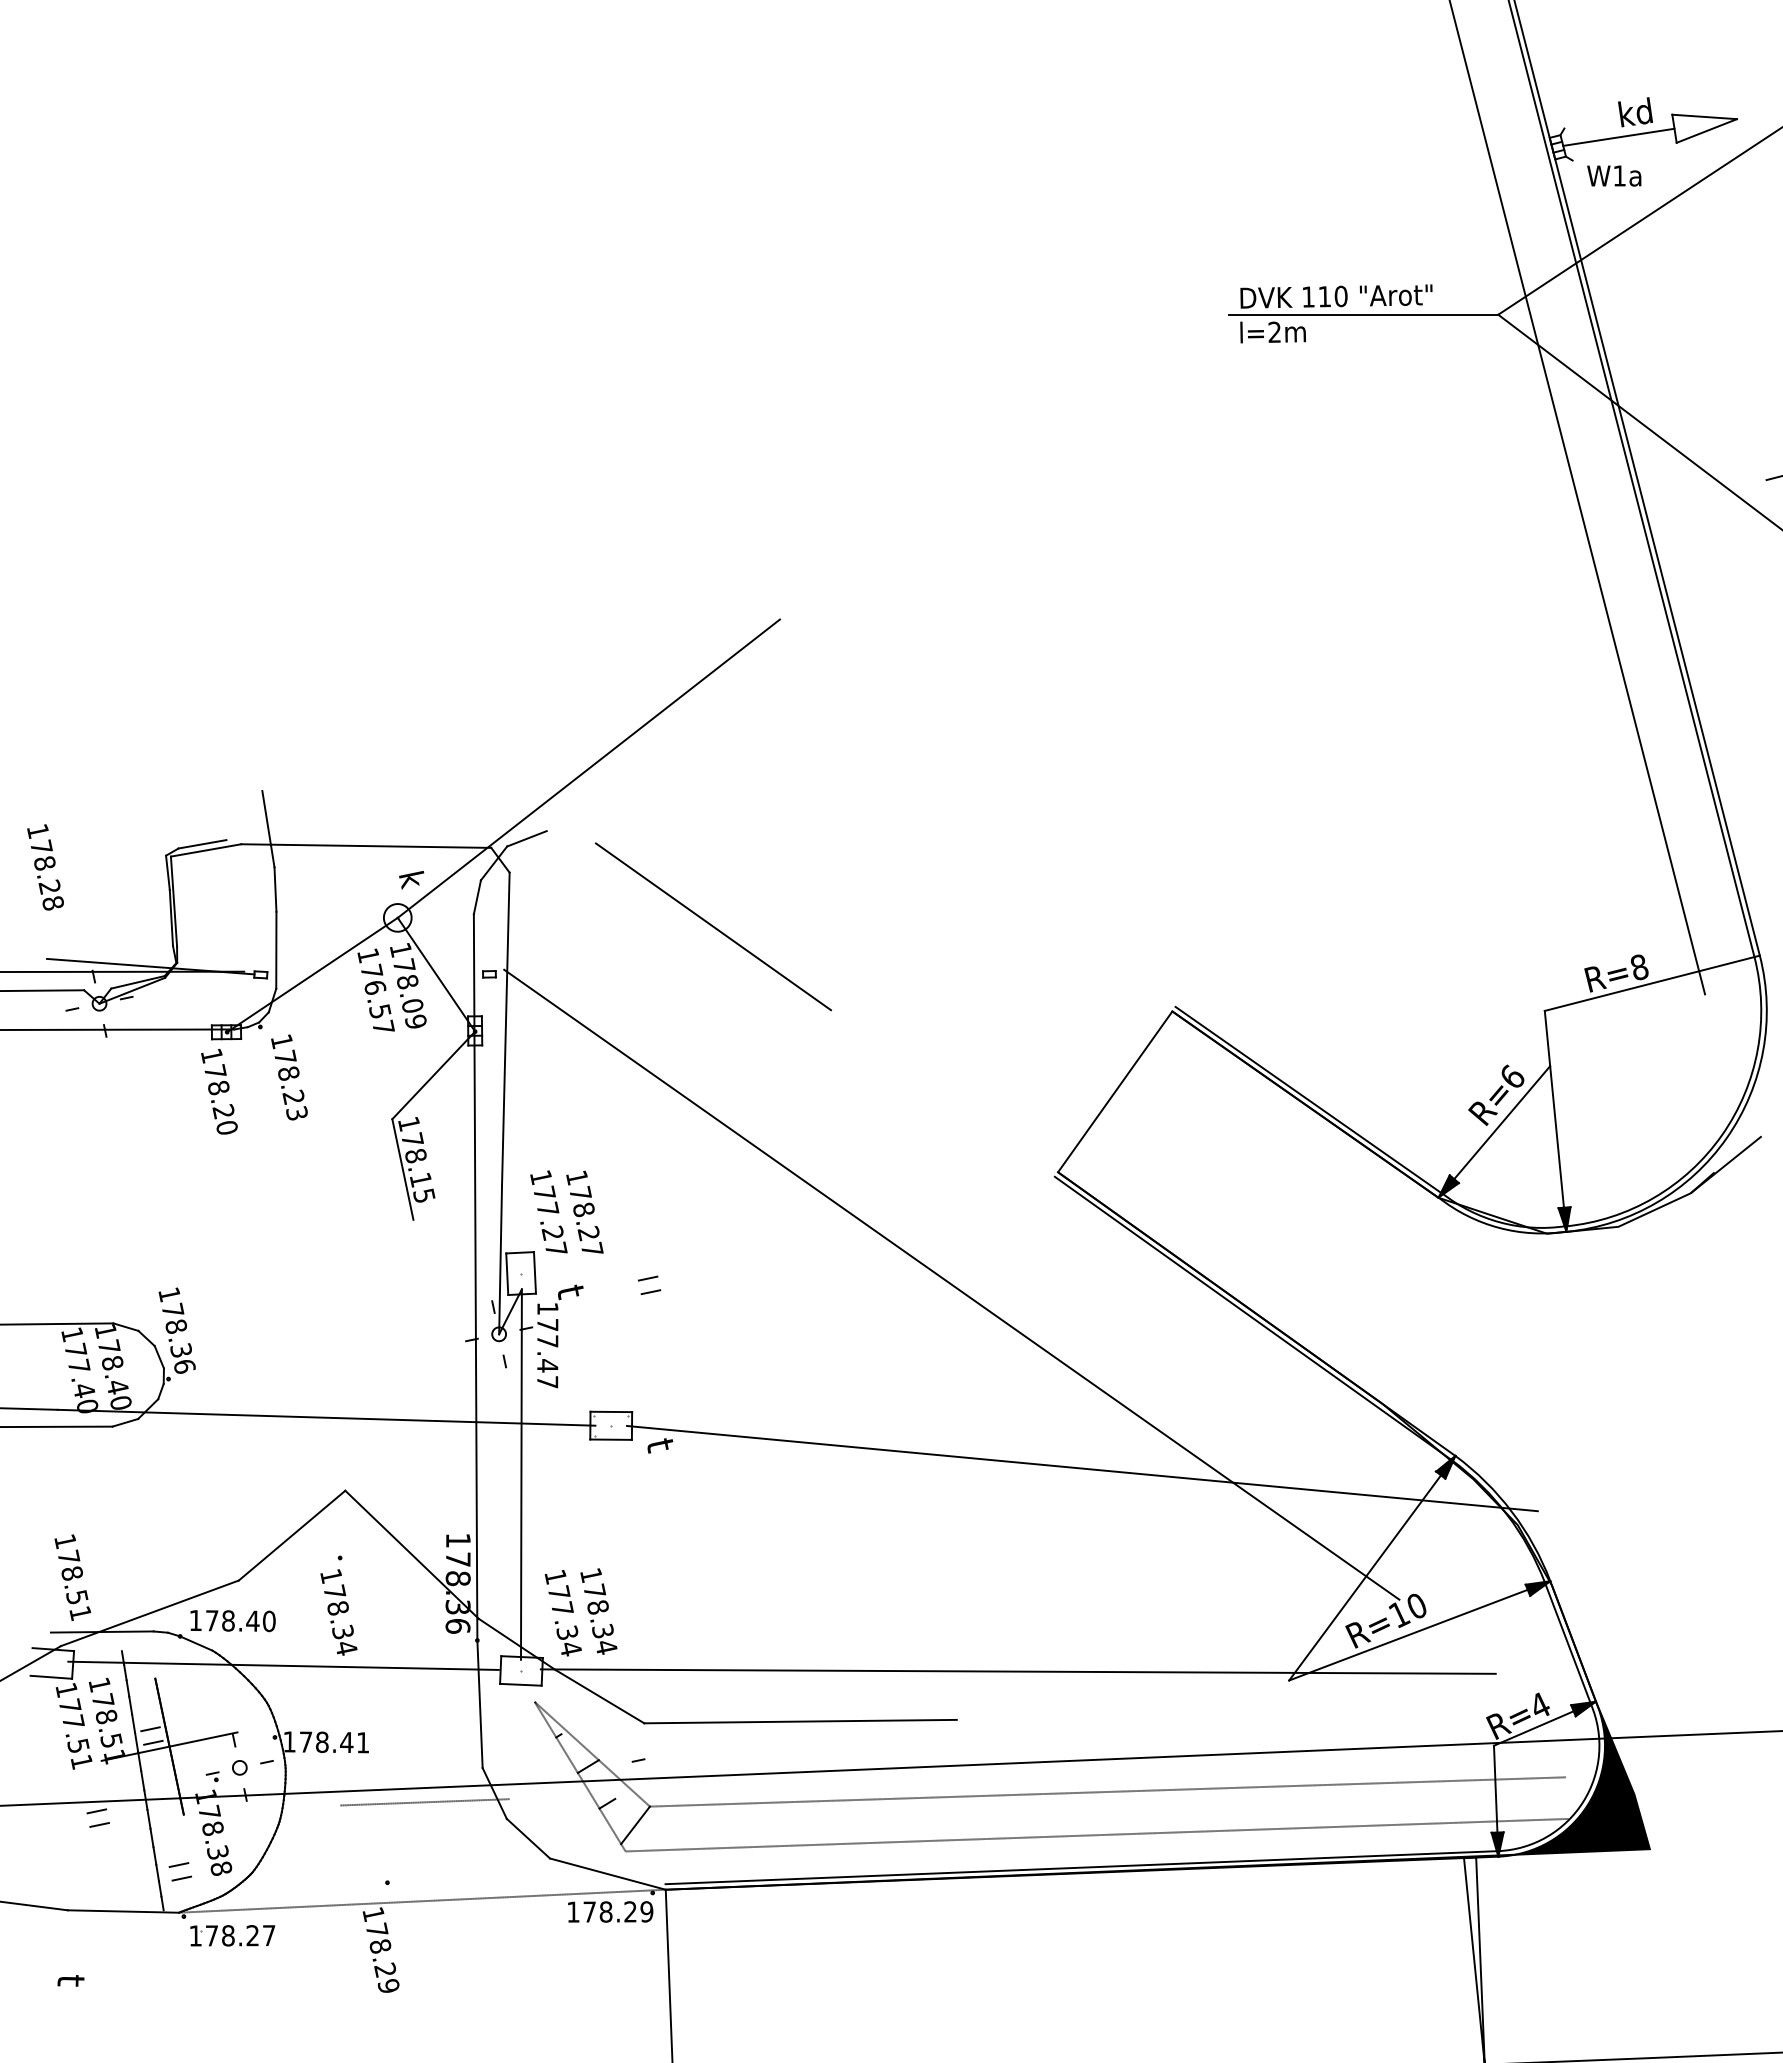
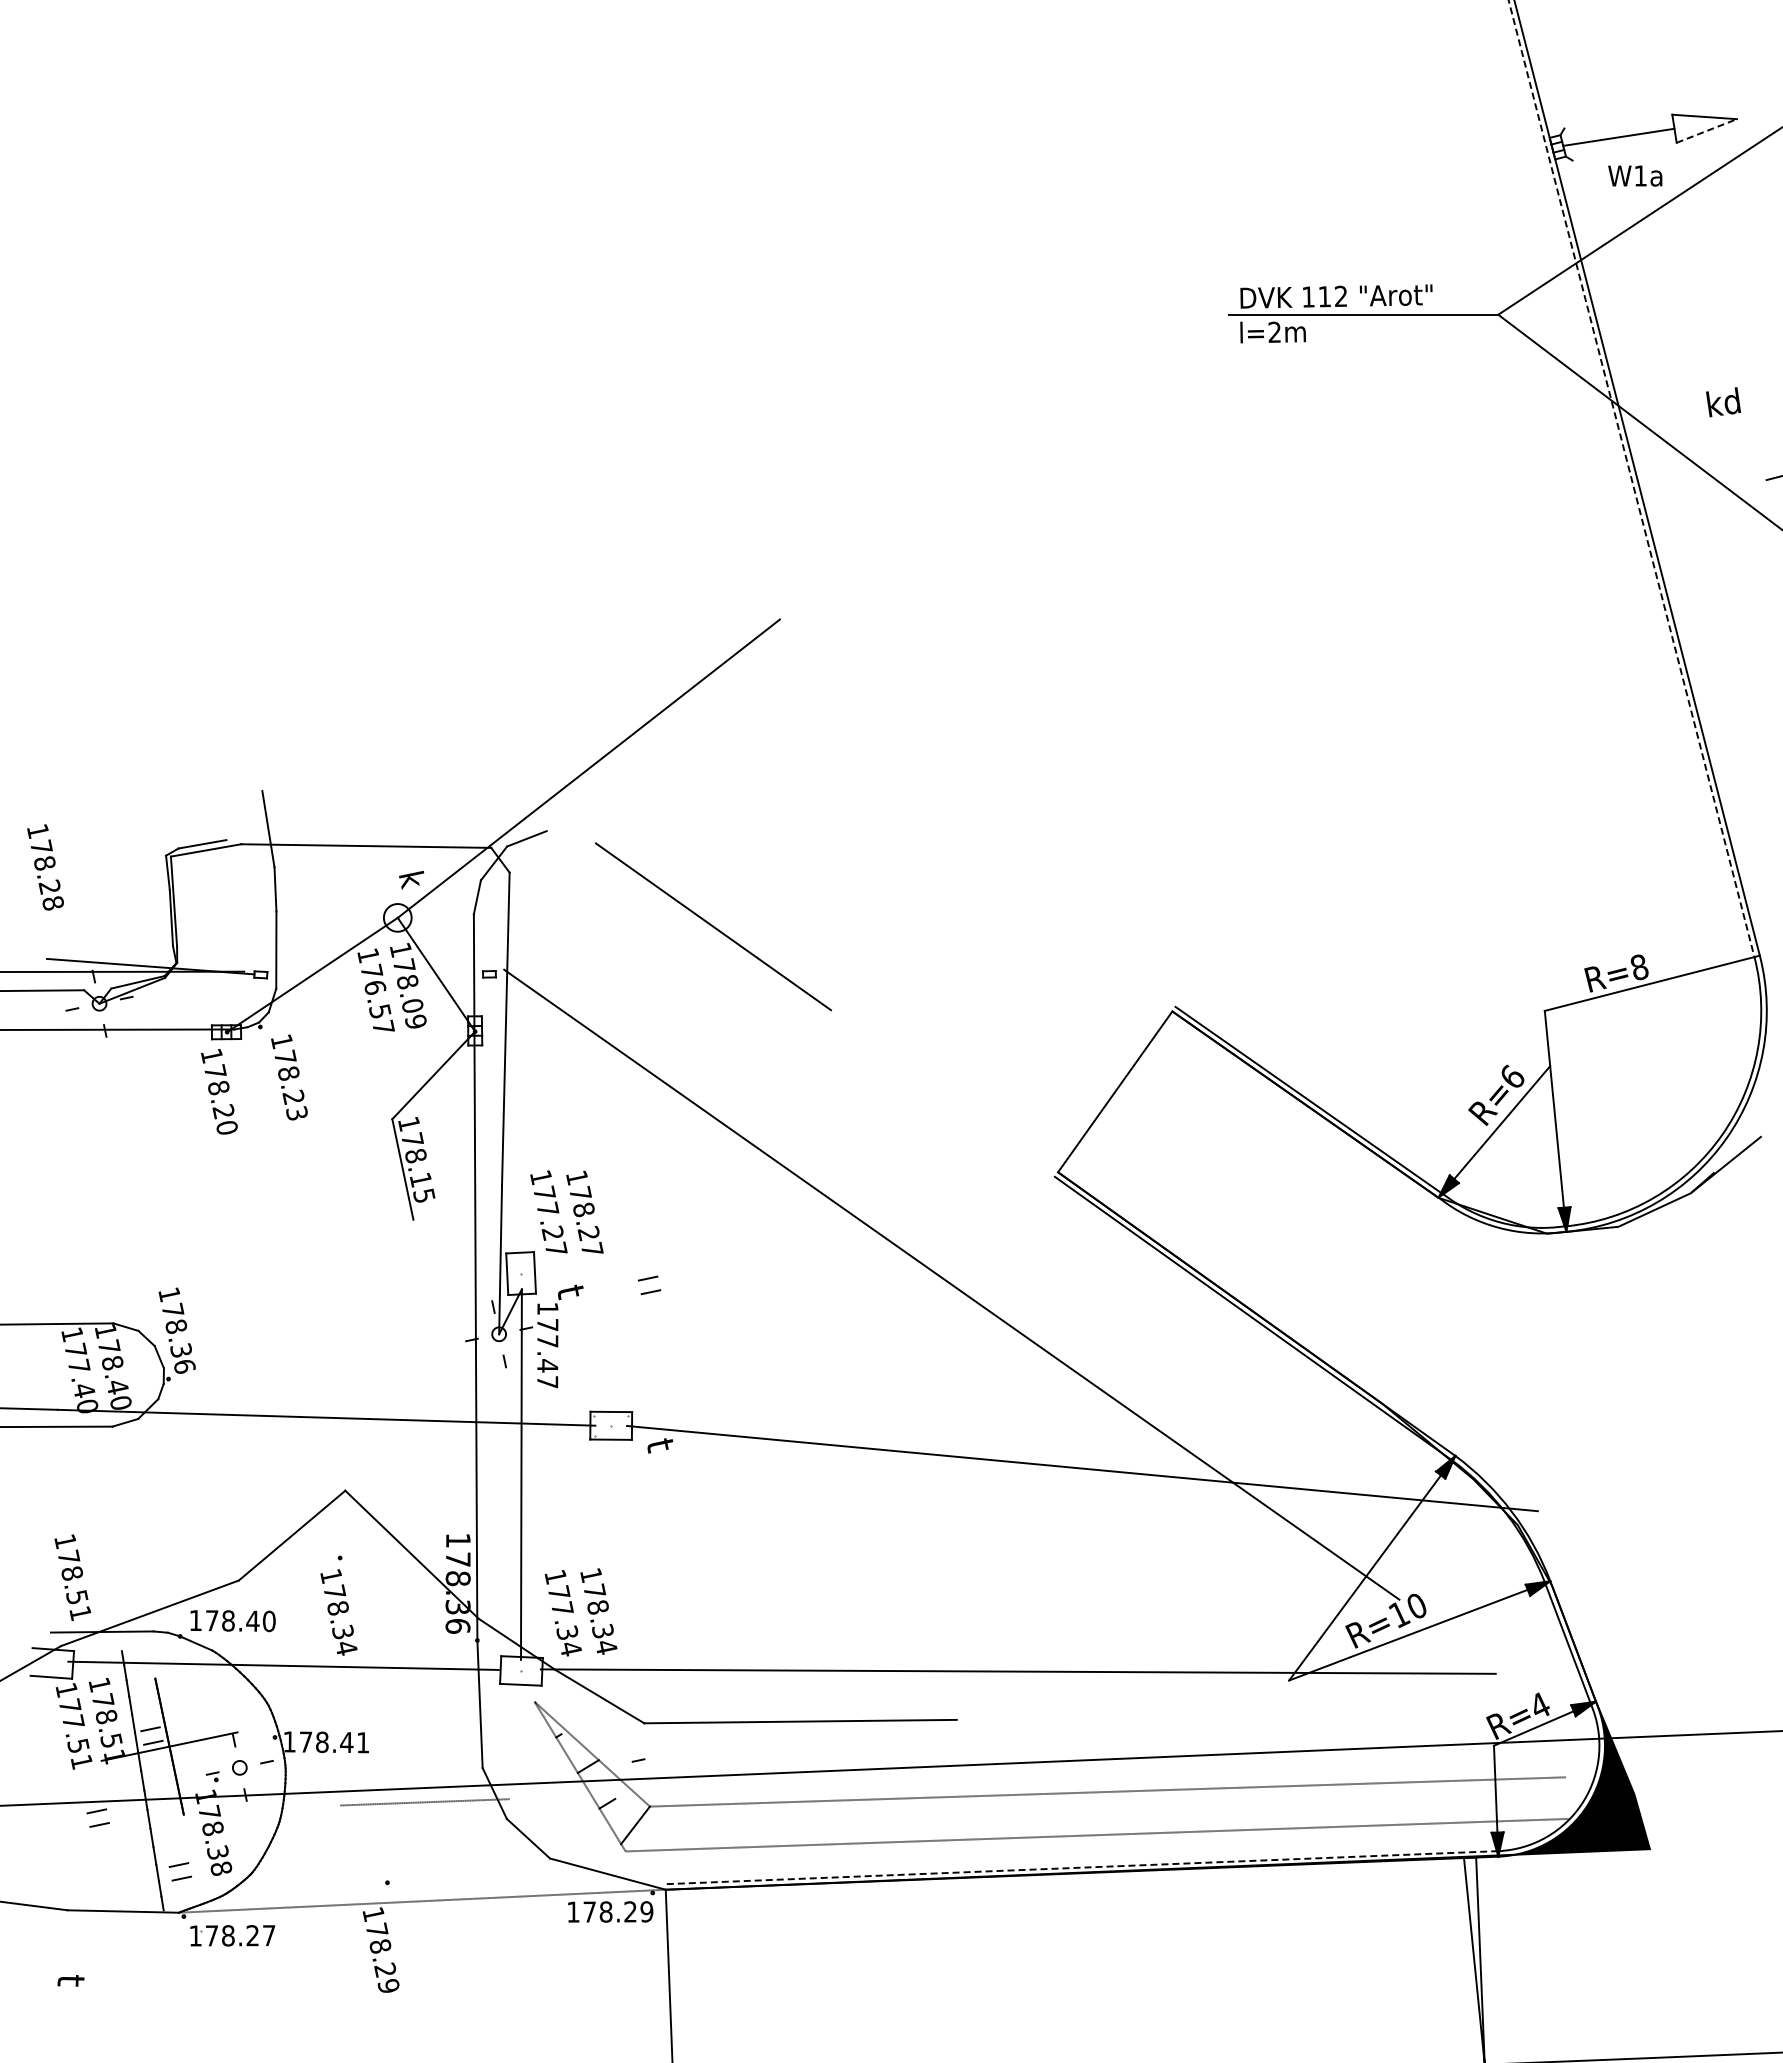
text at (1635, 112) position: (1635, 112) -> (1723, 402)
line at (1707, 130): solid -> dashed
text at (1614, 175) position: (1614, 175) -> (1635, 175)
text at (1340, 296): 110 -> 112
line at (1631, 478): solid -> dashed
line at (1577, 498): present -> none
line at (1081, 1867): solid -> dashed
